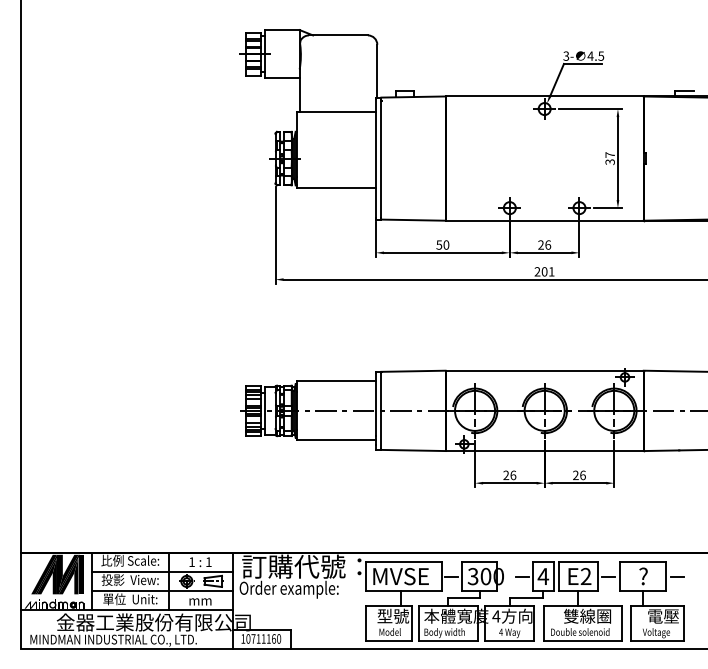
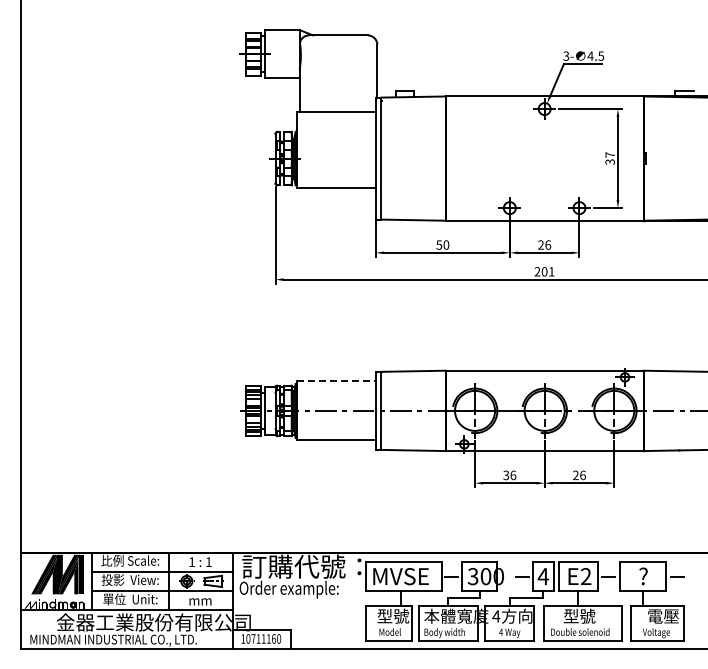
line at (336, 381): solid -> dashed
text at (506, 475): 26 -> 36
text at (587, 615): 雙線圈 -> 型號
